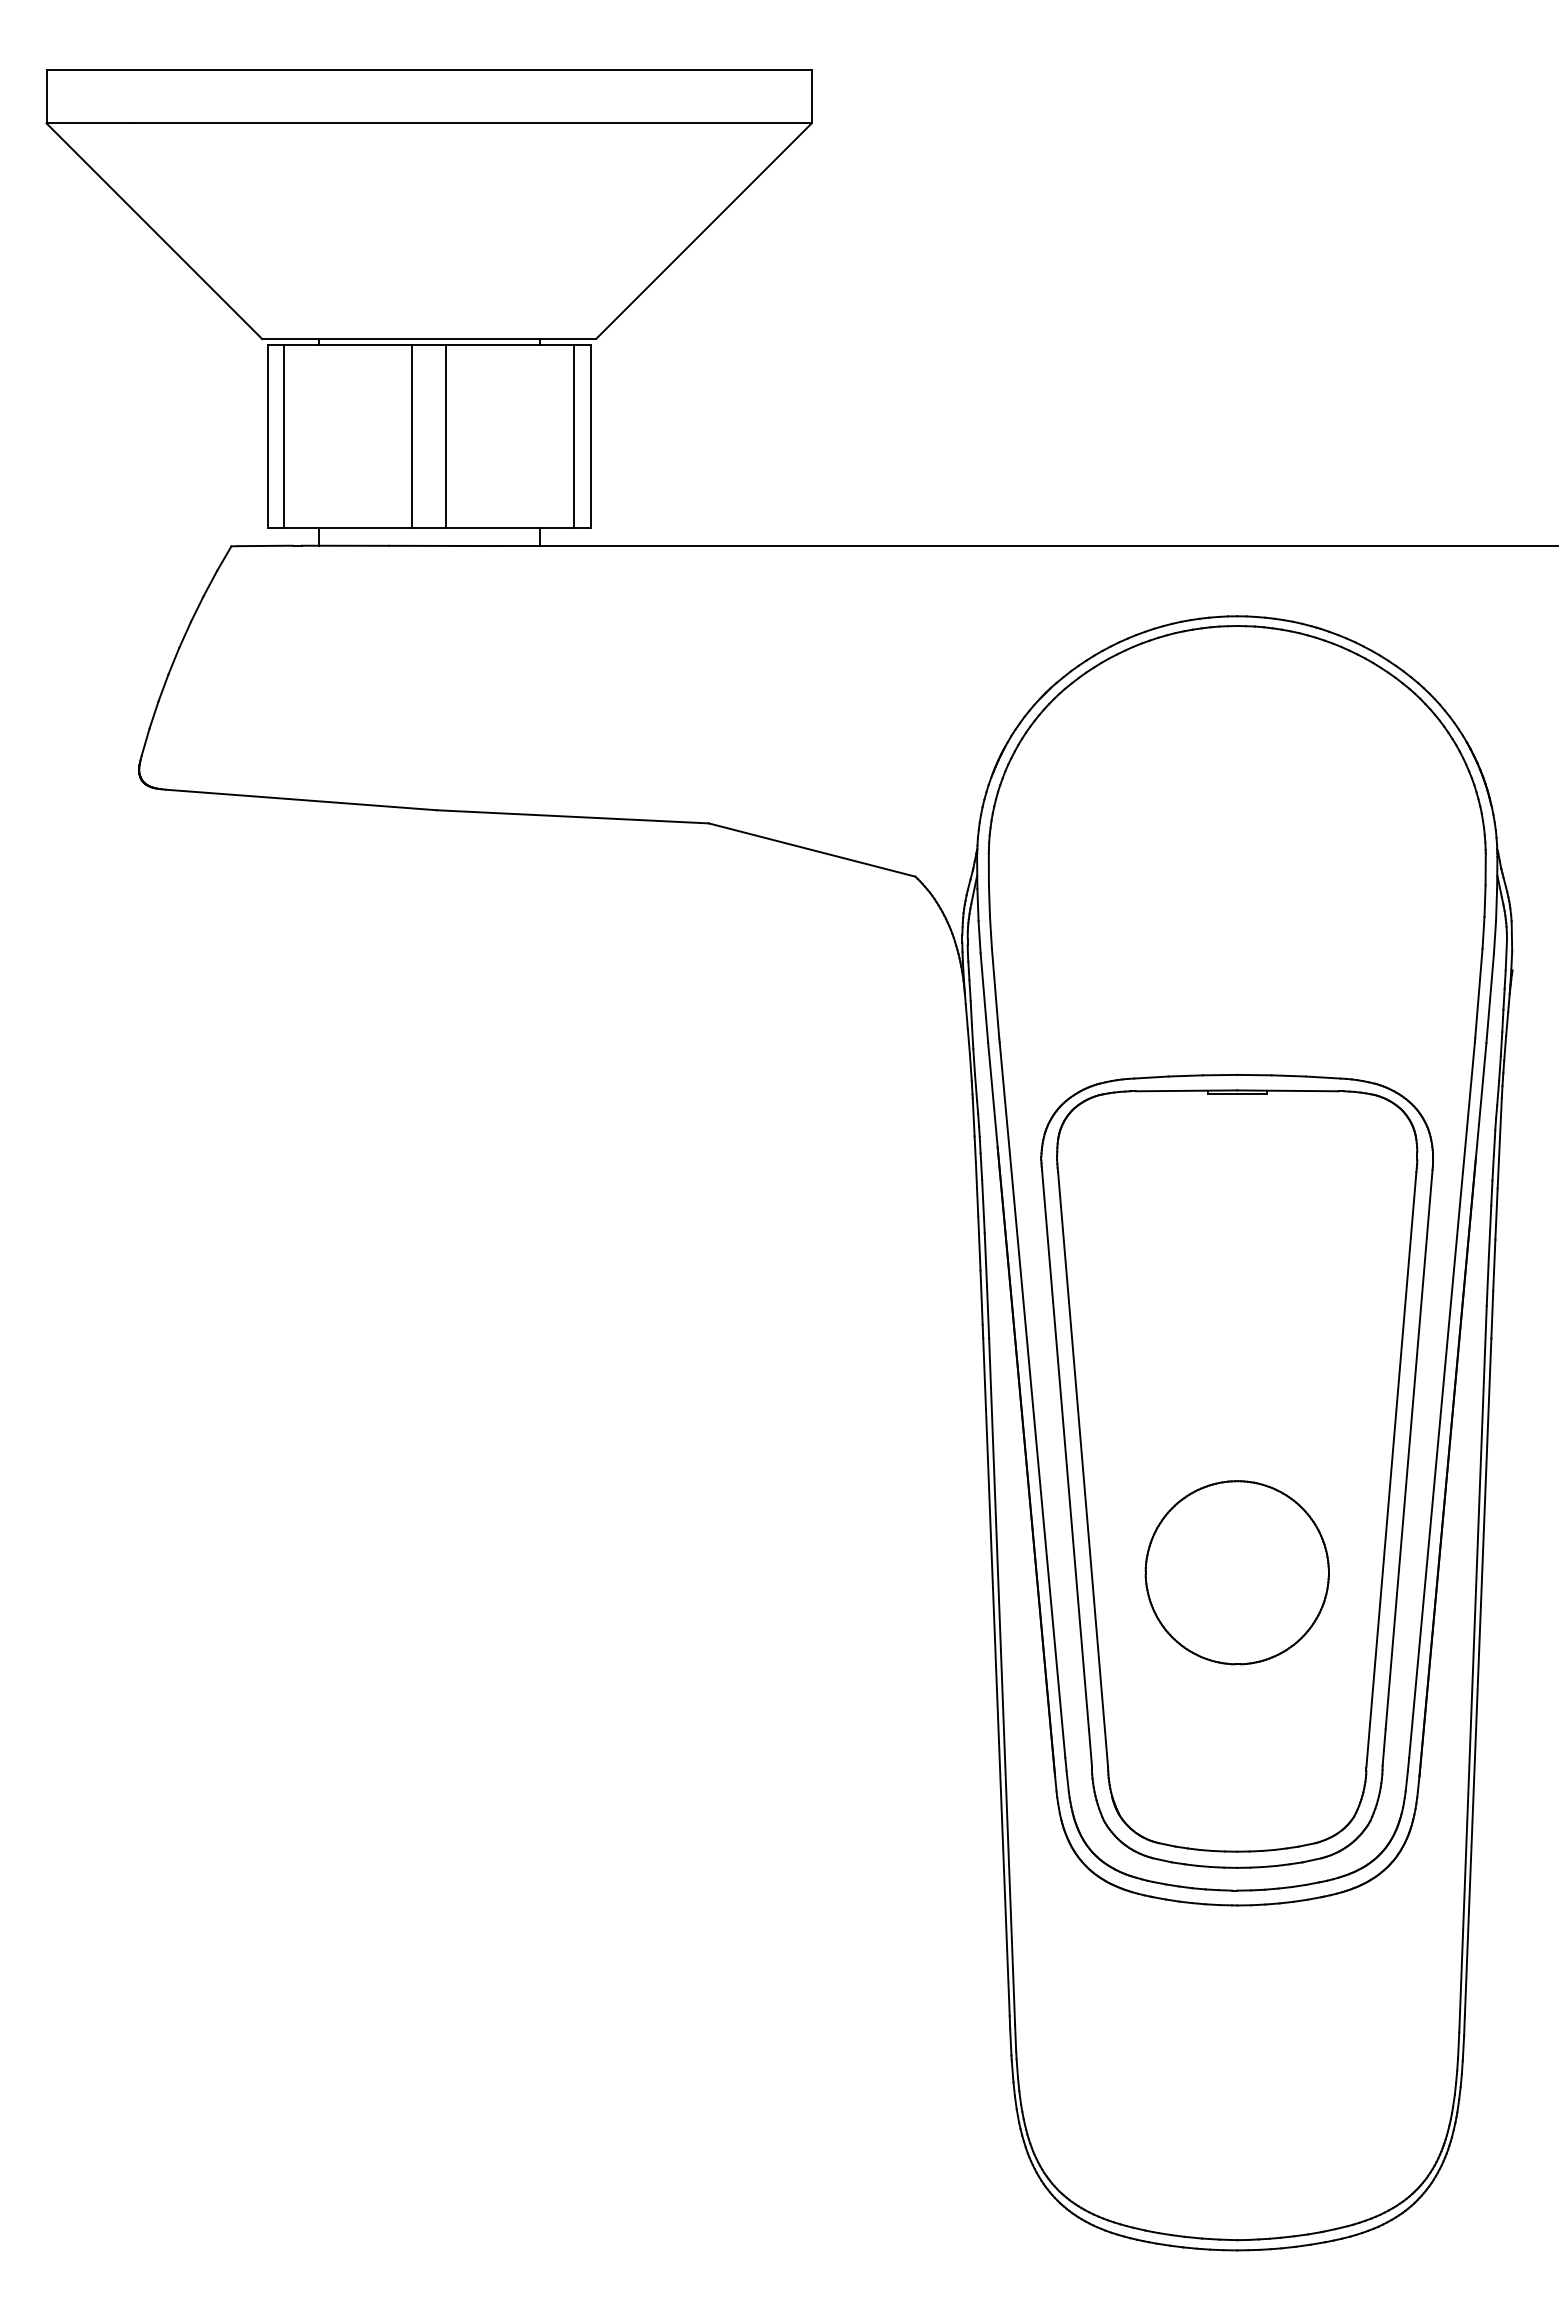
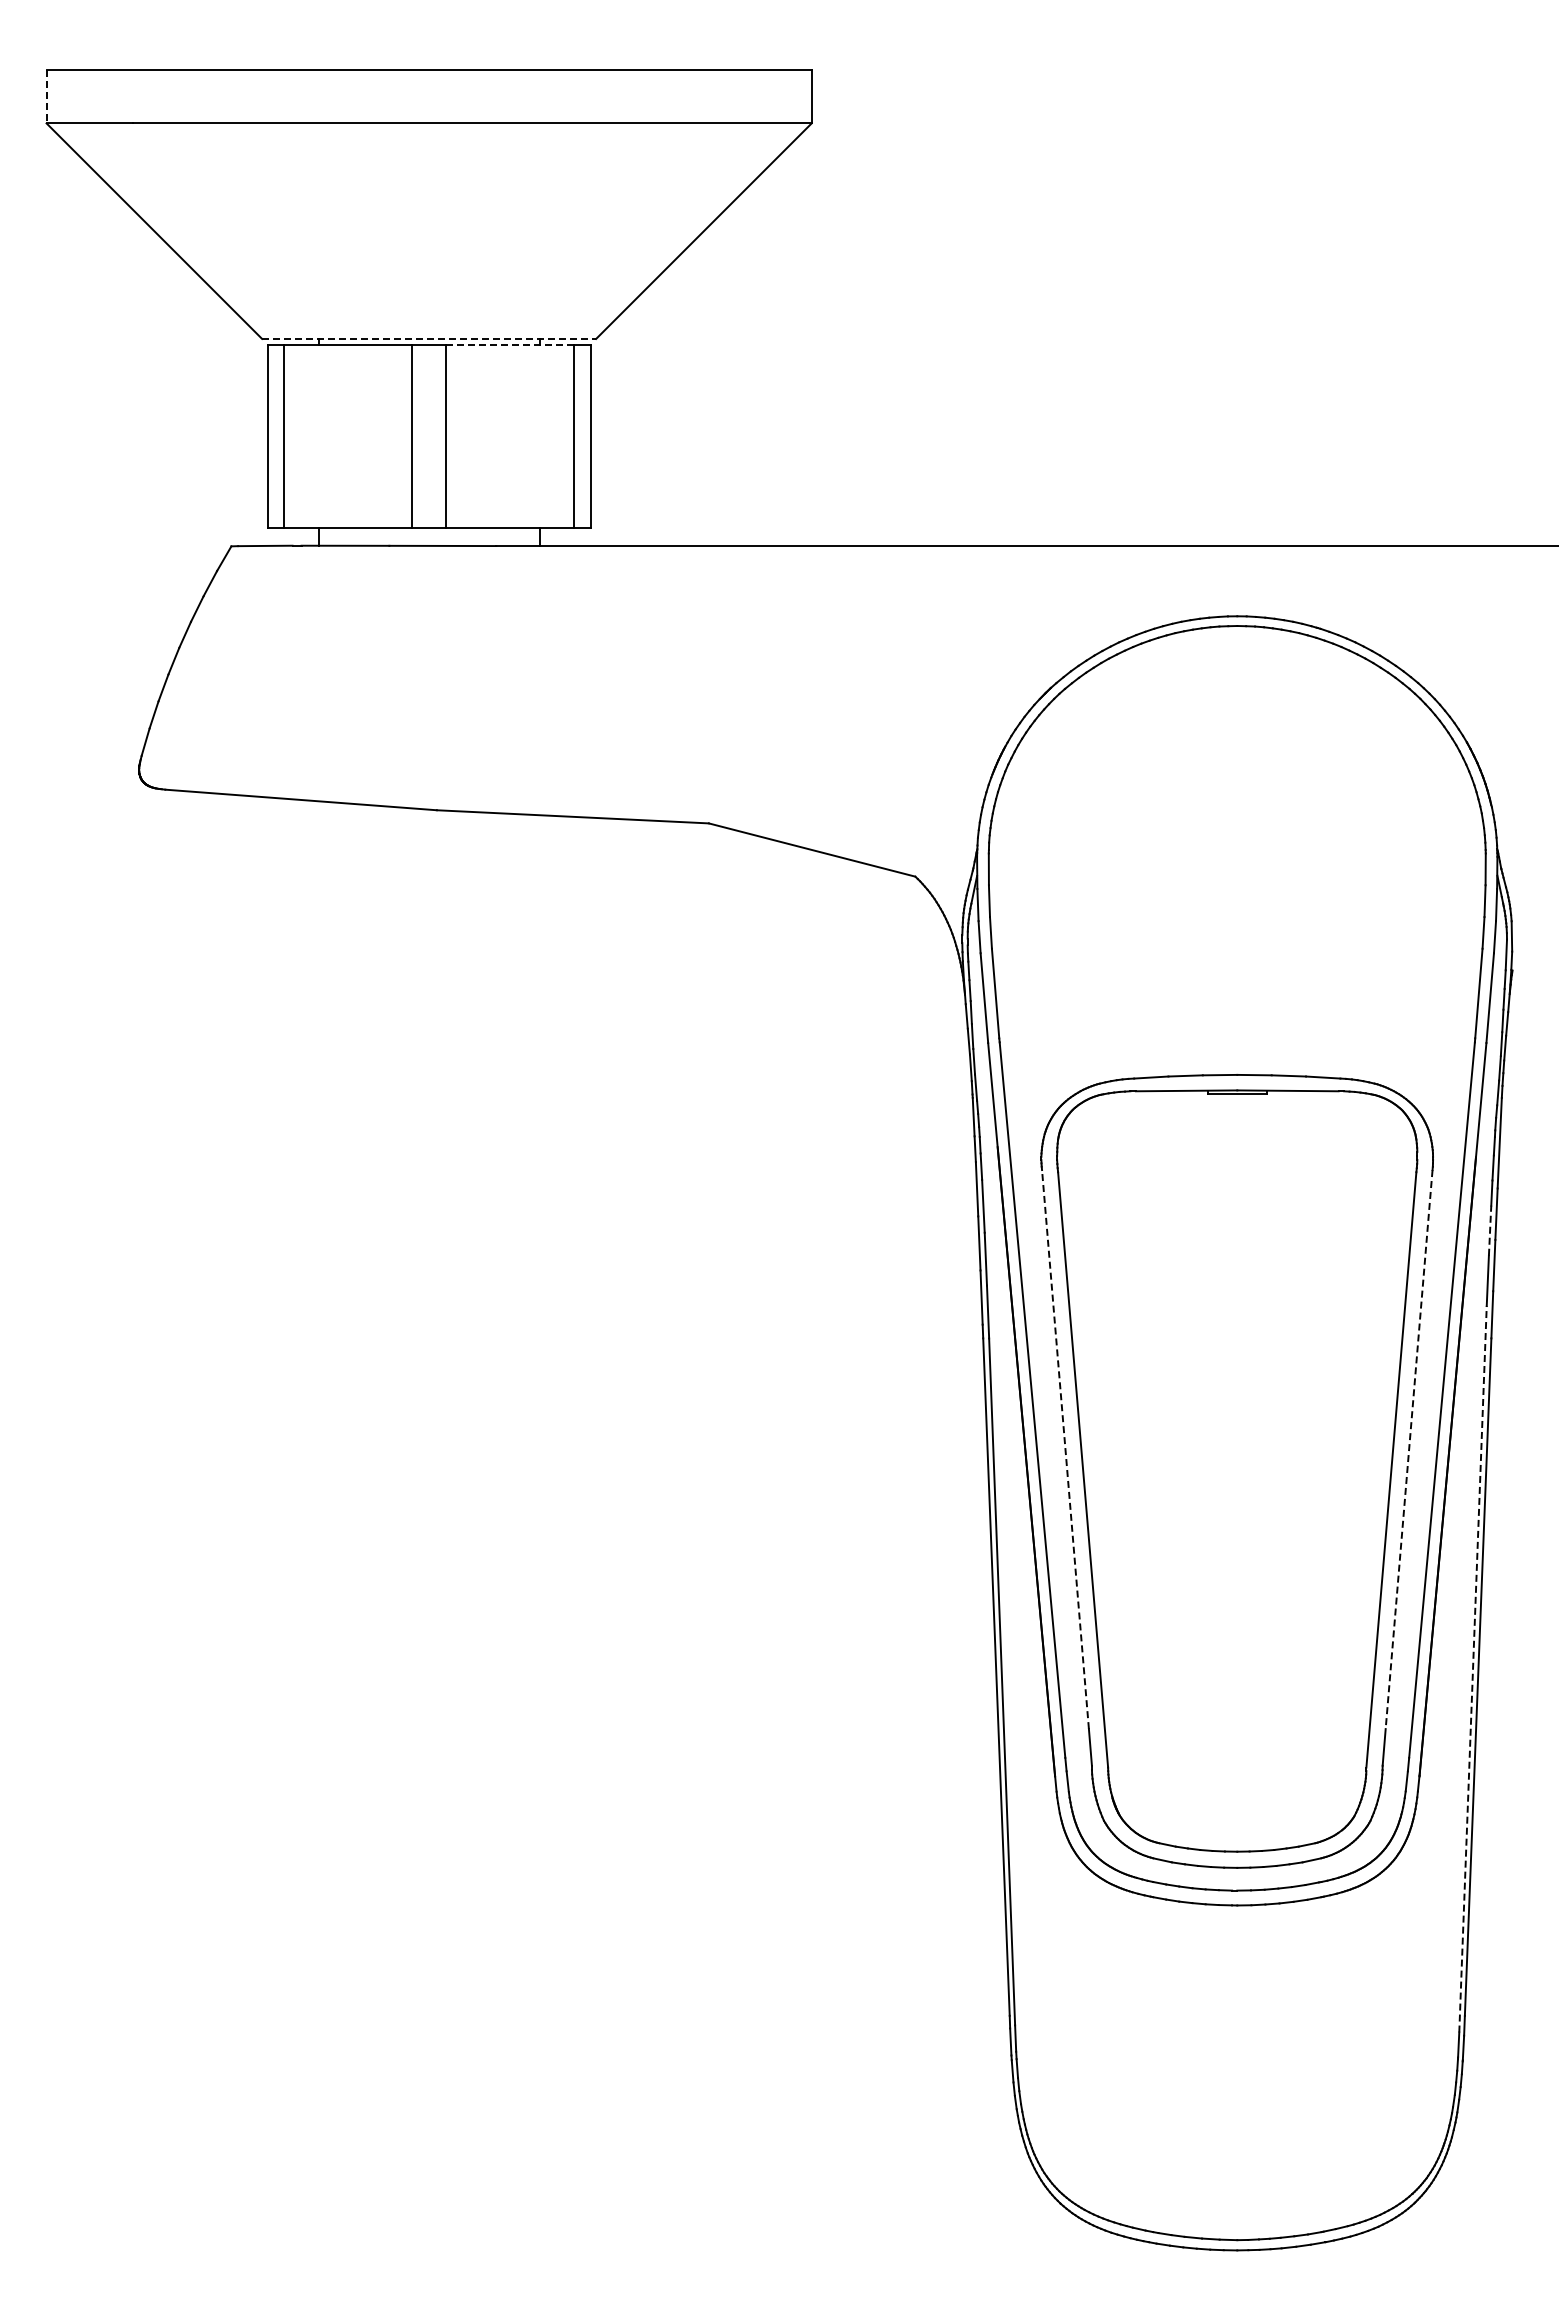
line at (46, 96): solid -> dashed
line at (429, 338): solid -> dashed
line at (510, 344): solid -> dashed
line at (1490, 1230): solid -> dashed
line at (1065, 1449): solid -> dashed
line at (1409, 1450): solid -> dashed
part at (1236, 1572): present -> none
line at (1473, 1669): solid -> dashed
